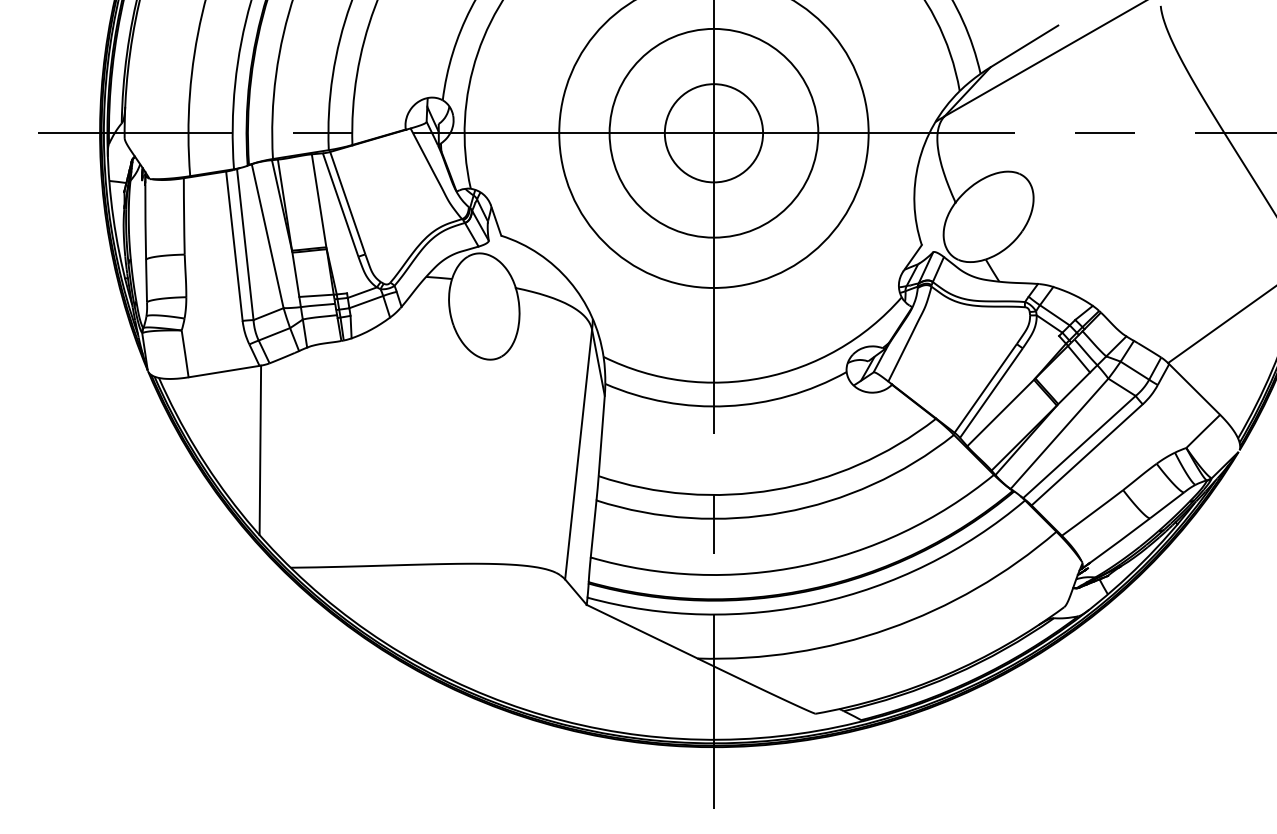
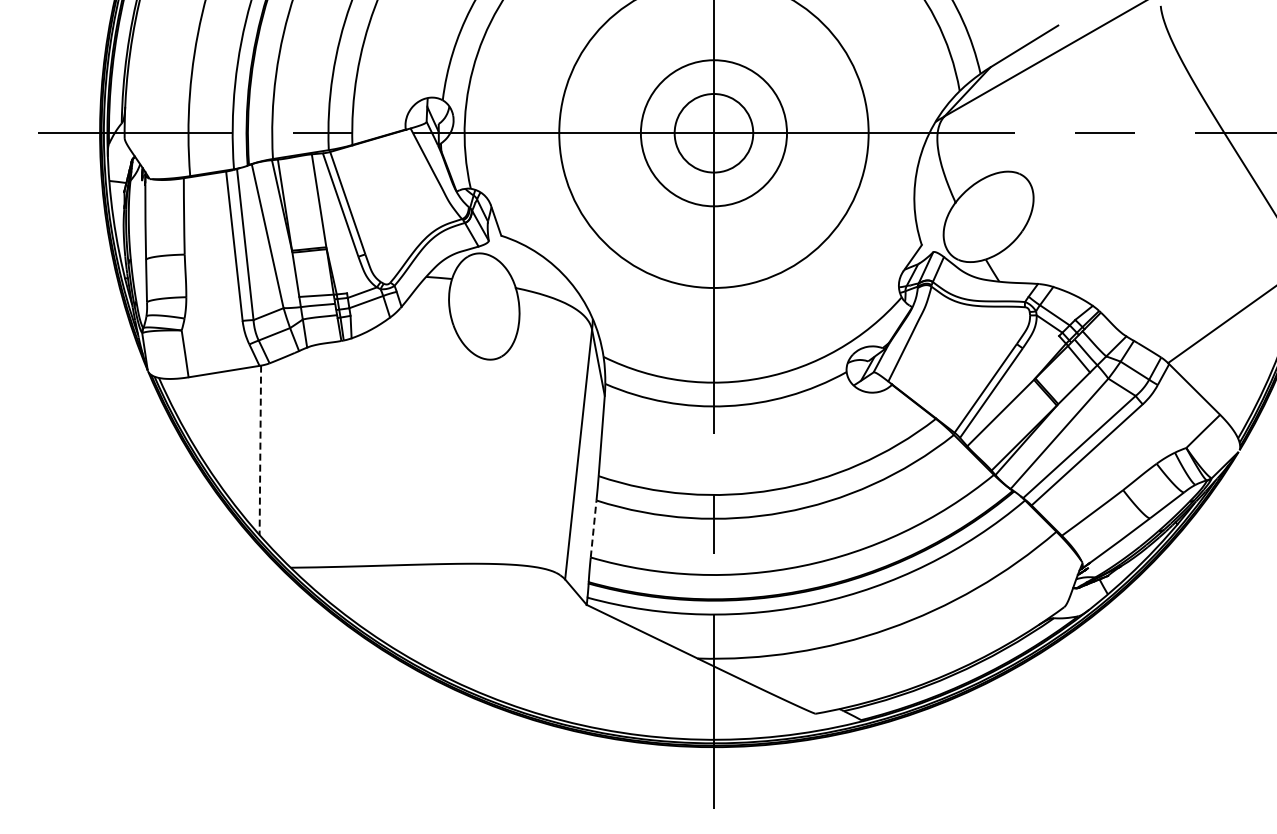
circle at (713, 132) diameter: 209 px -> 146 px
circle at (713, 133) diameter: 98 px -> 79 px
line at (260, 450): solid -> dashed
line at (593, 528): solid -> dashed
